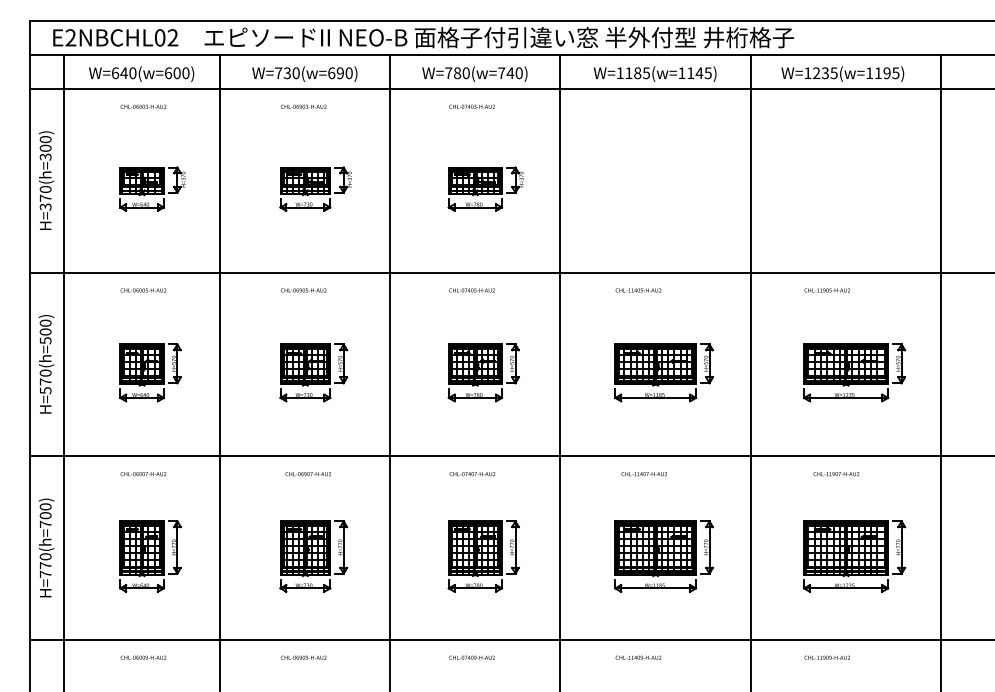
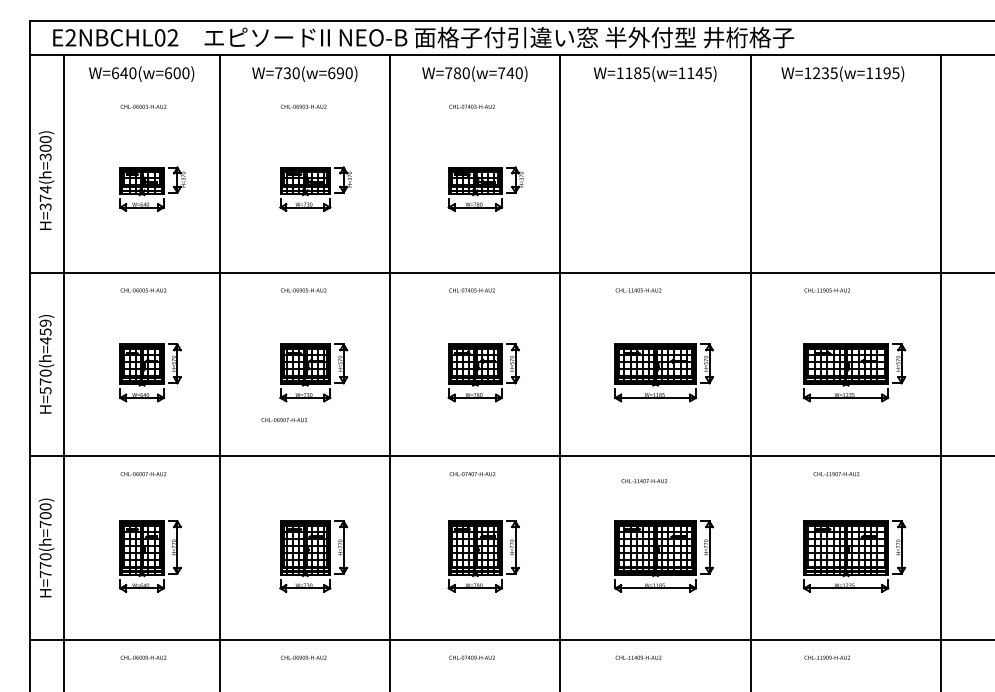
line at (510, 88): present -> none
text at (45, 189): H=370(h=300) -> H=374(h=300)
text at (45, 331): H=570(h=500) -> H=570(h=459)
text at (307, 474) position: (307, 474) -> (283, 420)
text at (643, 474) position: (643, 474) -> (643, 481)
